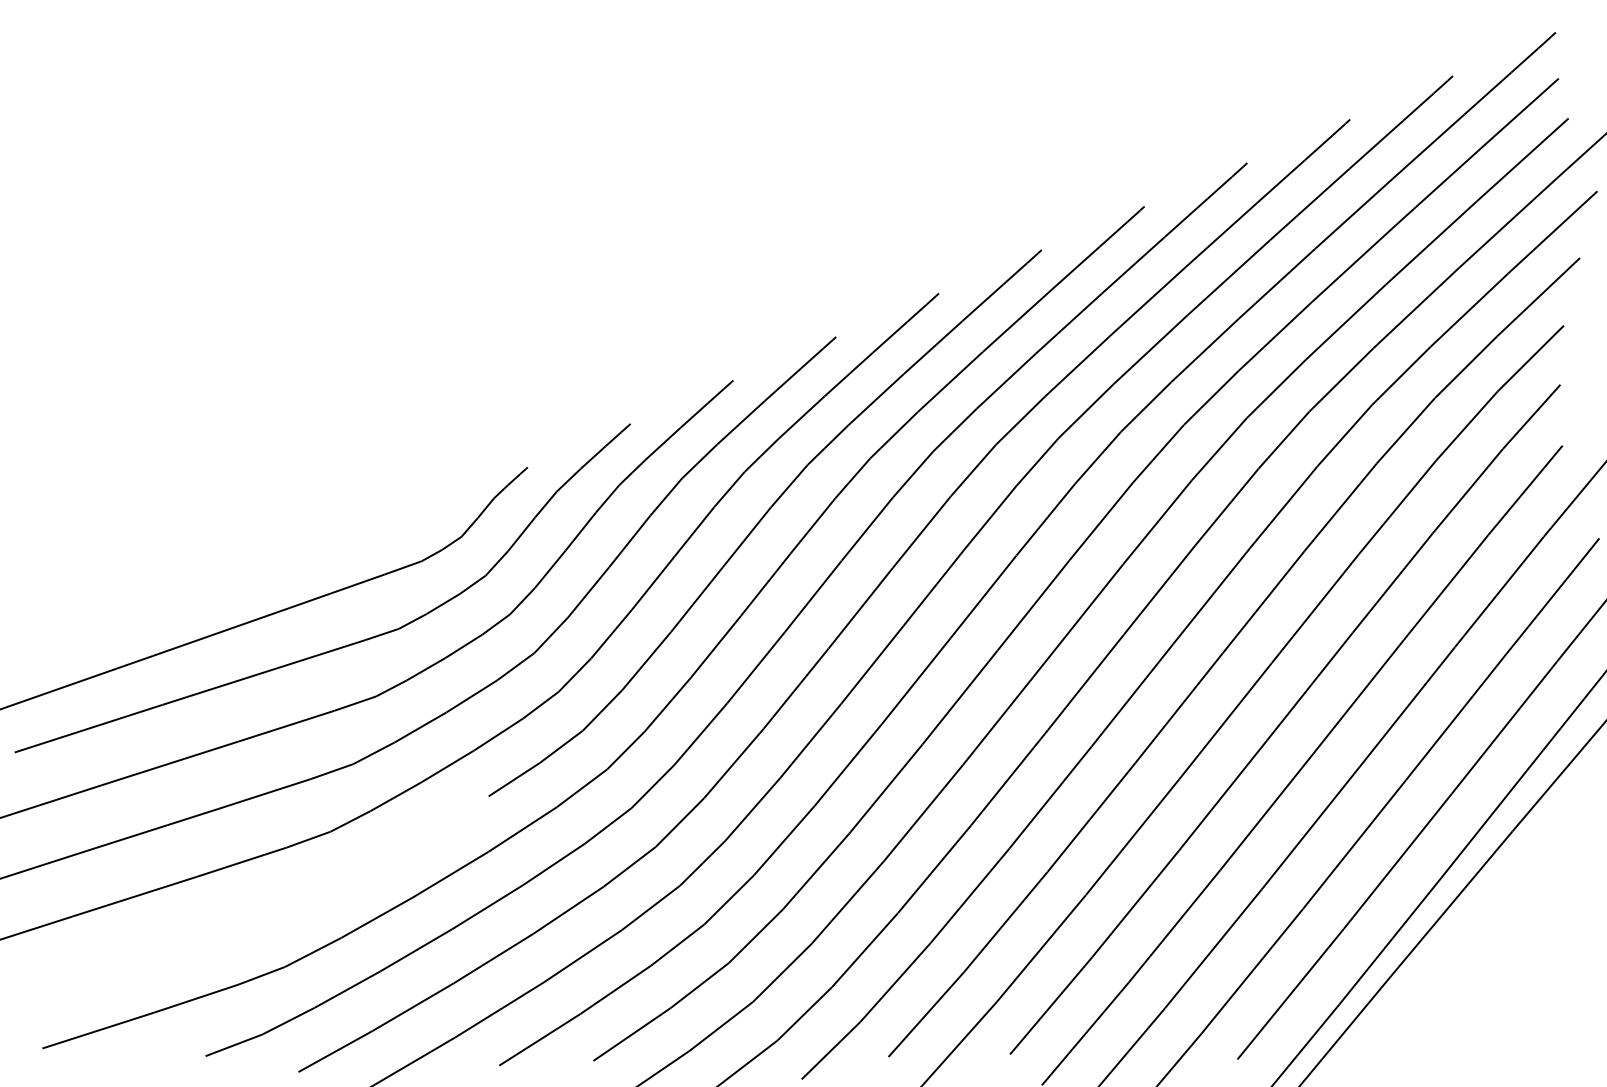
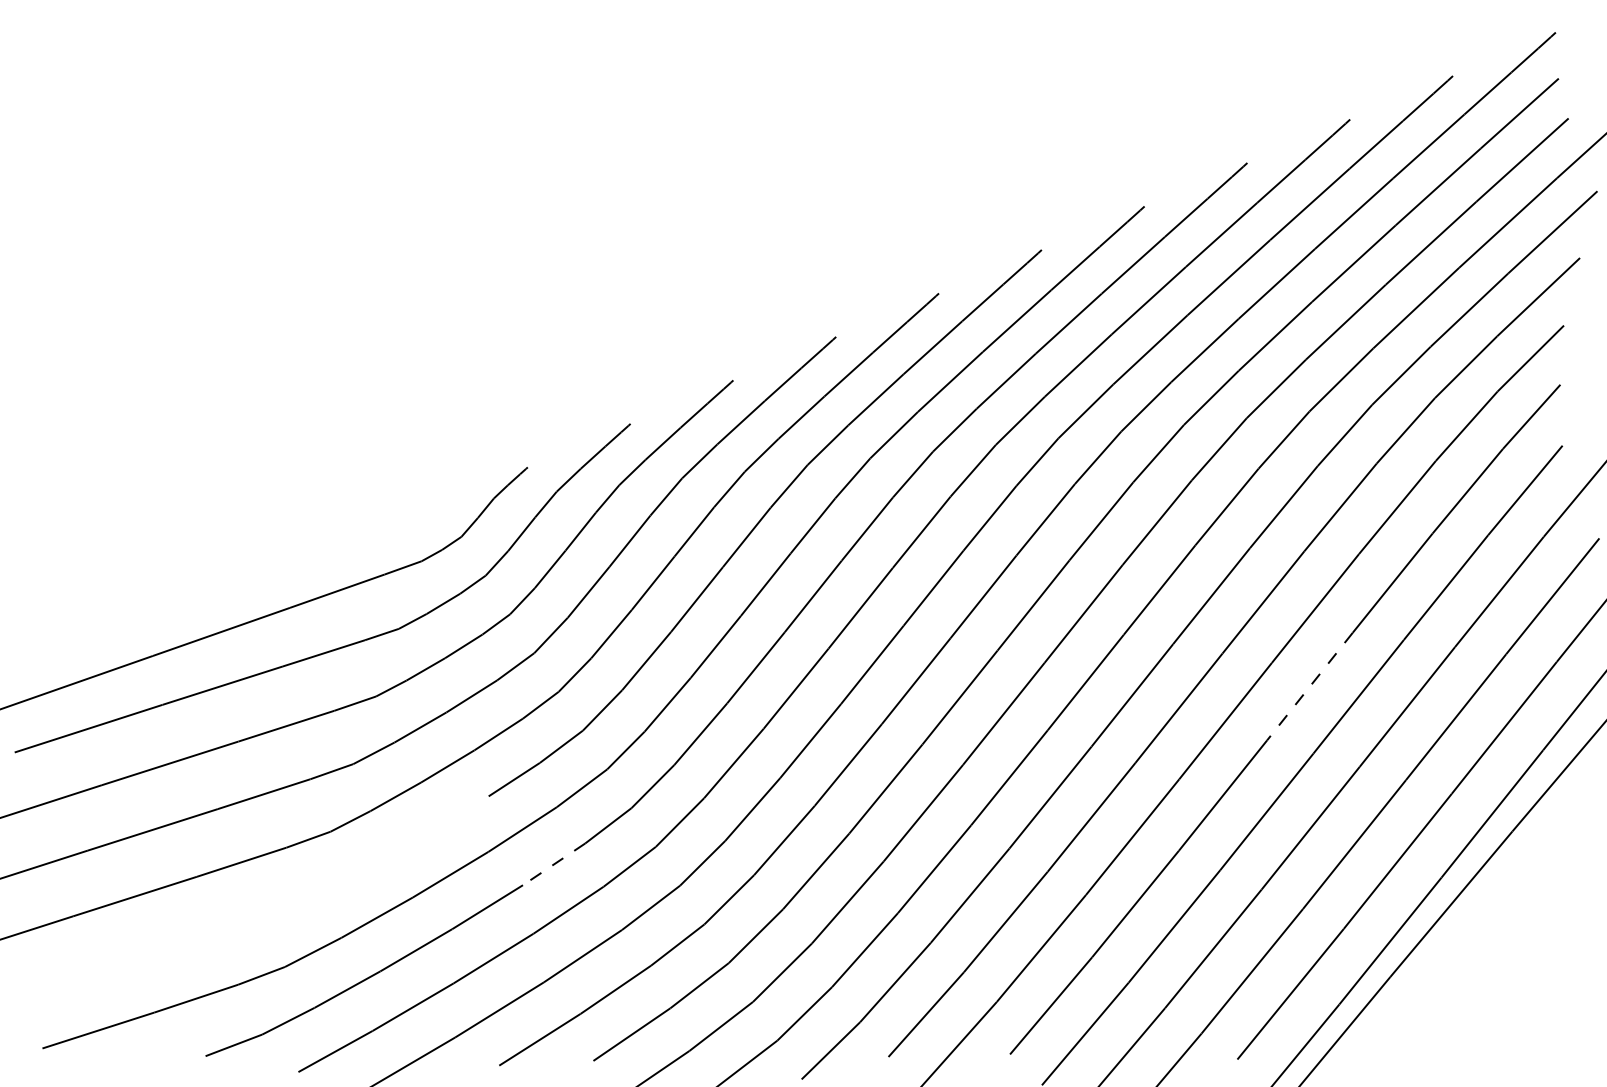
line at (1309, 686): solid -> dashed
line at (553, 864): solid -> dashed
